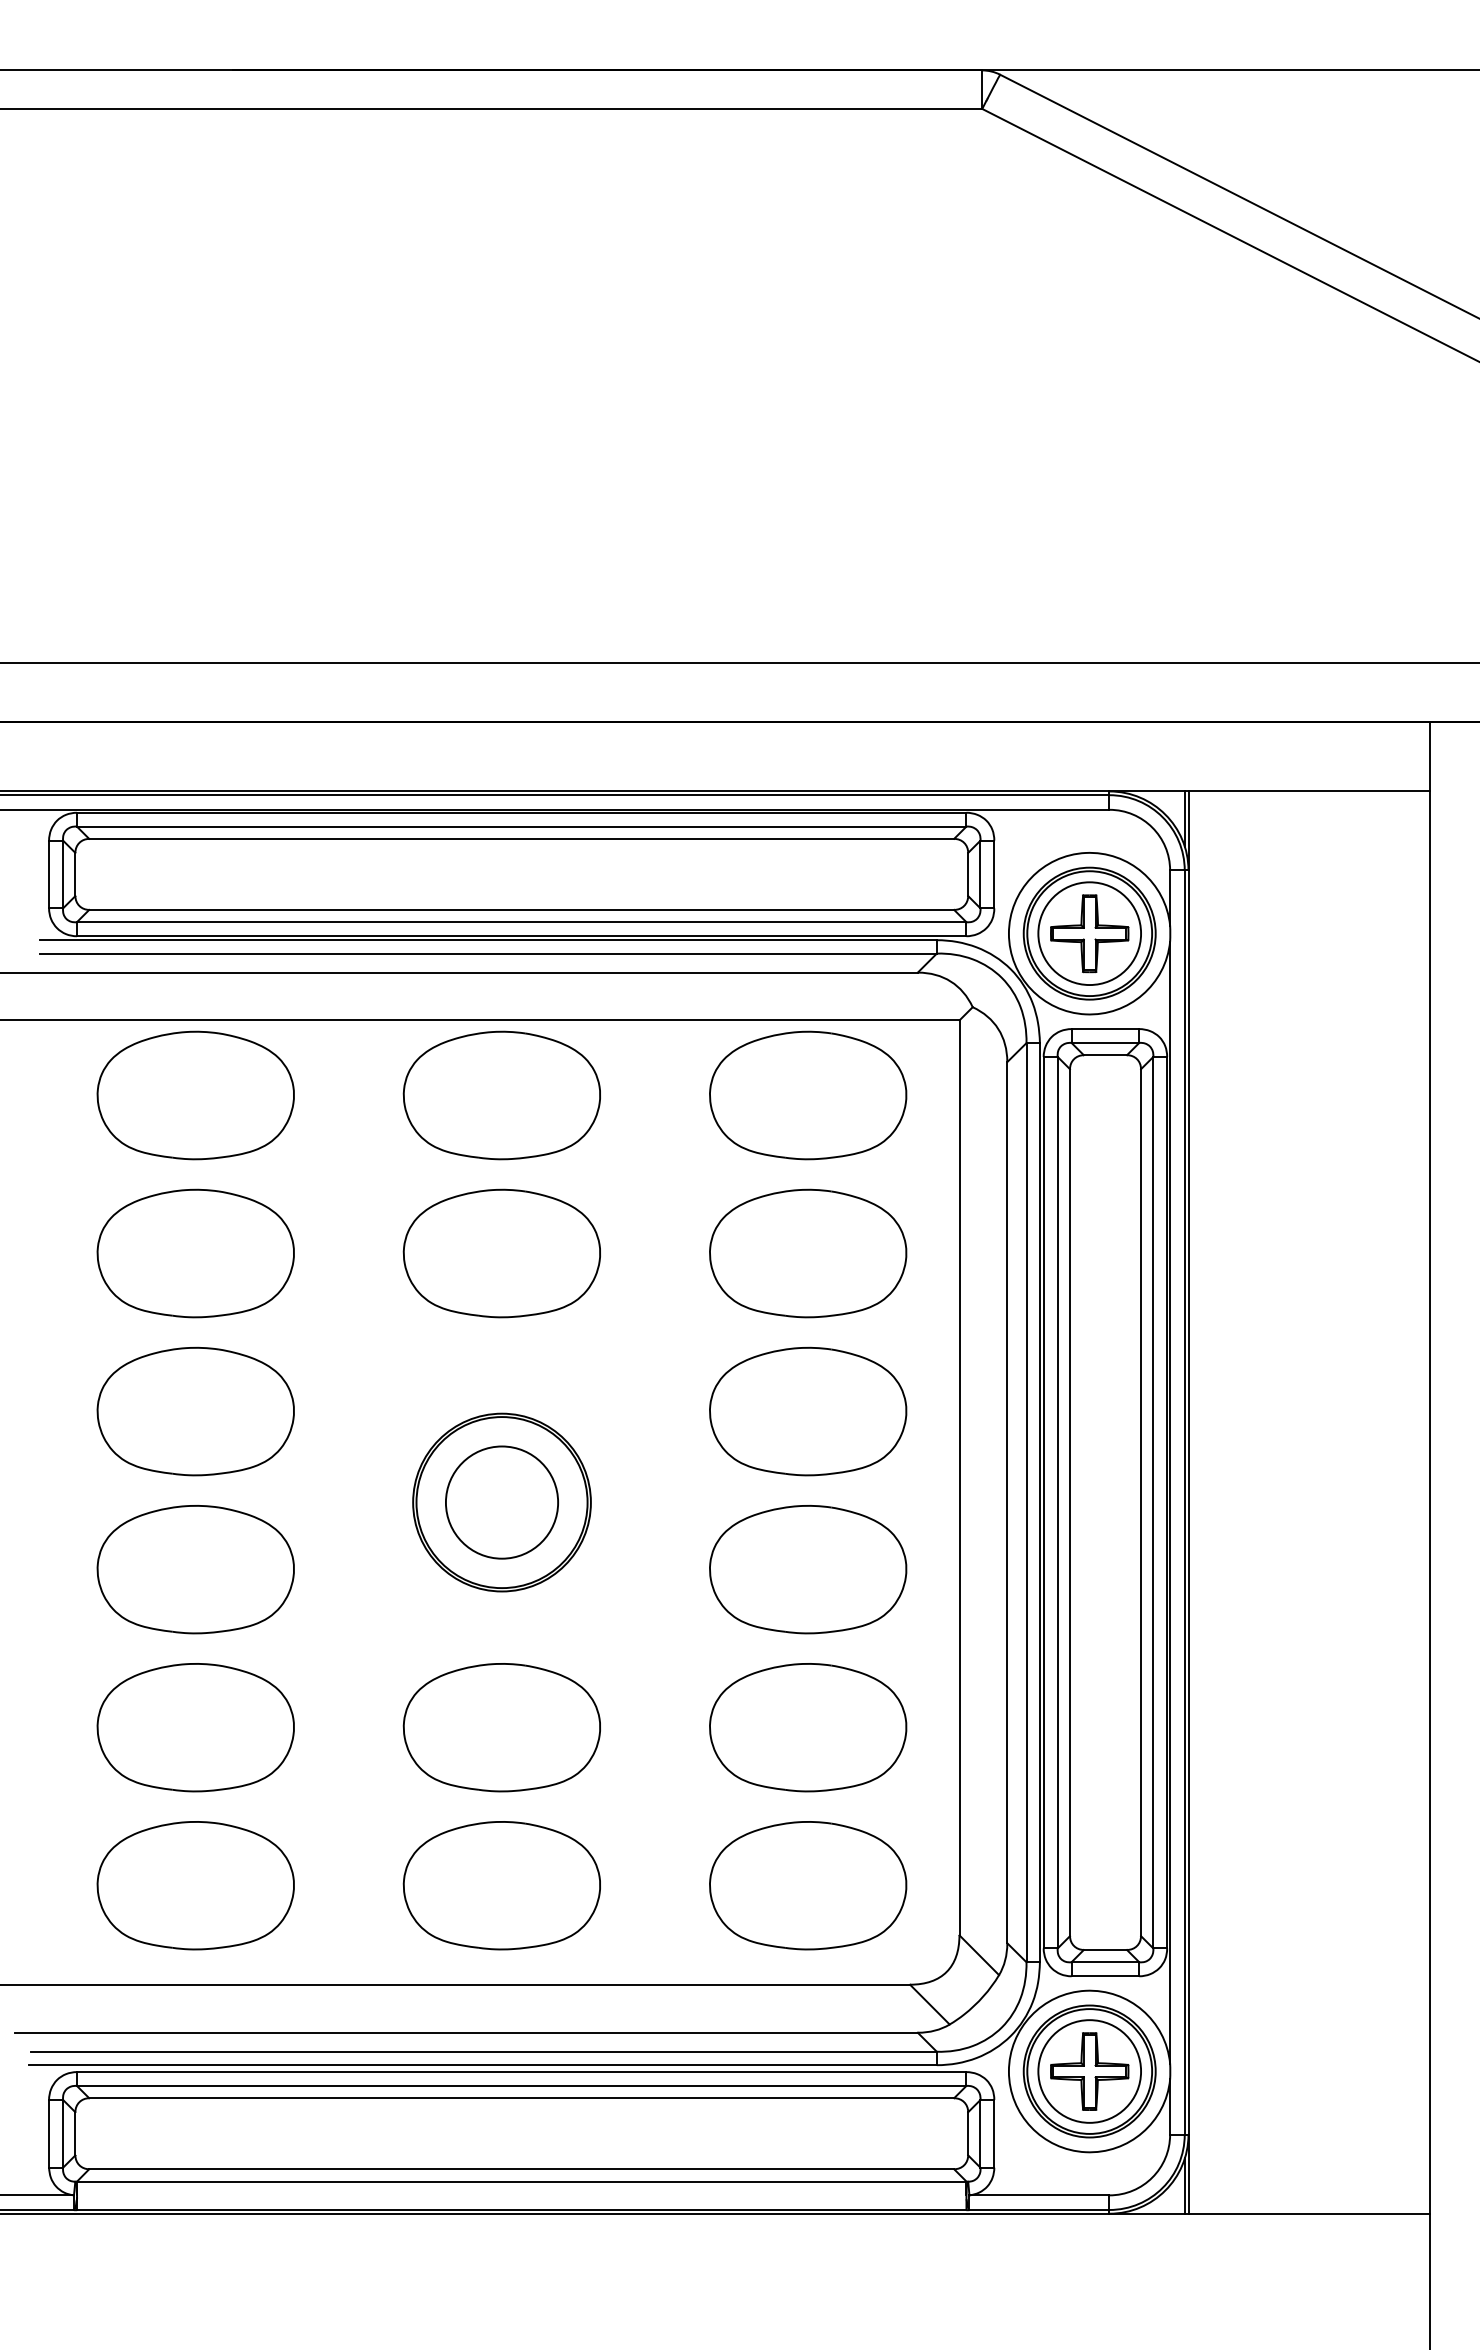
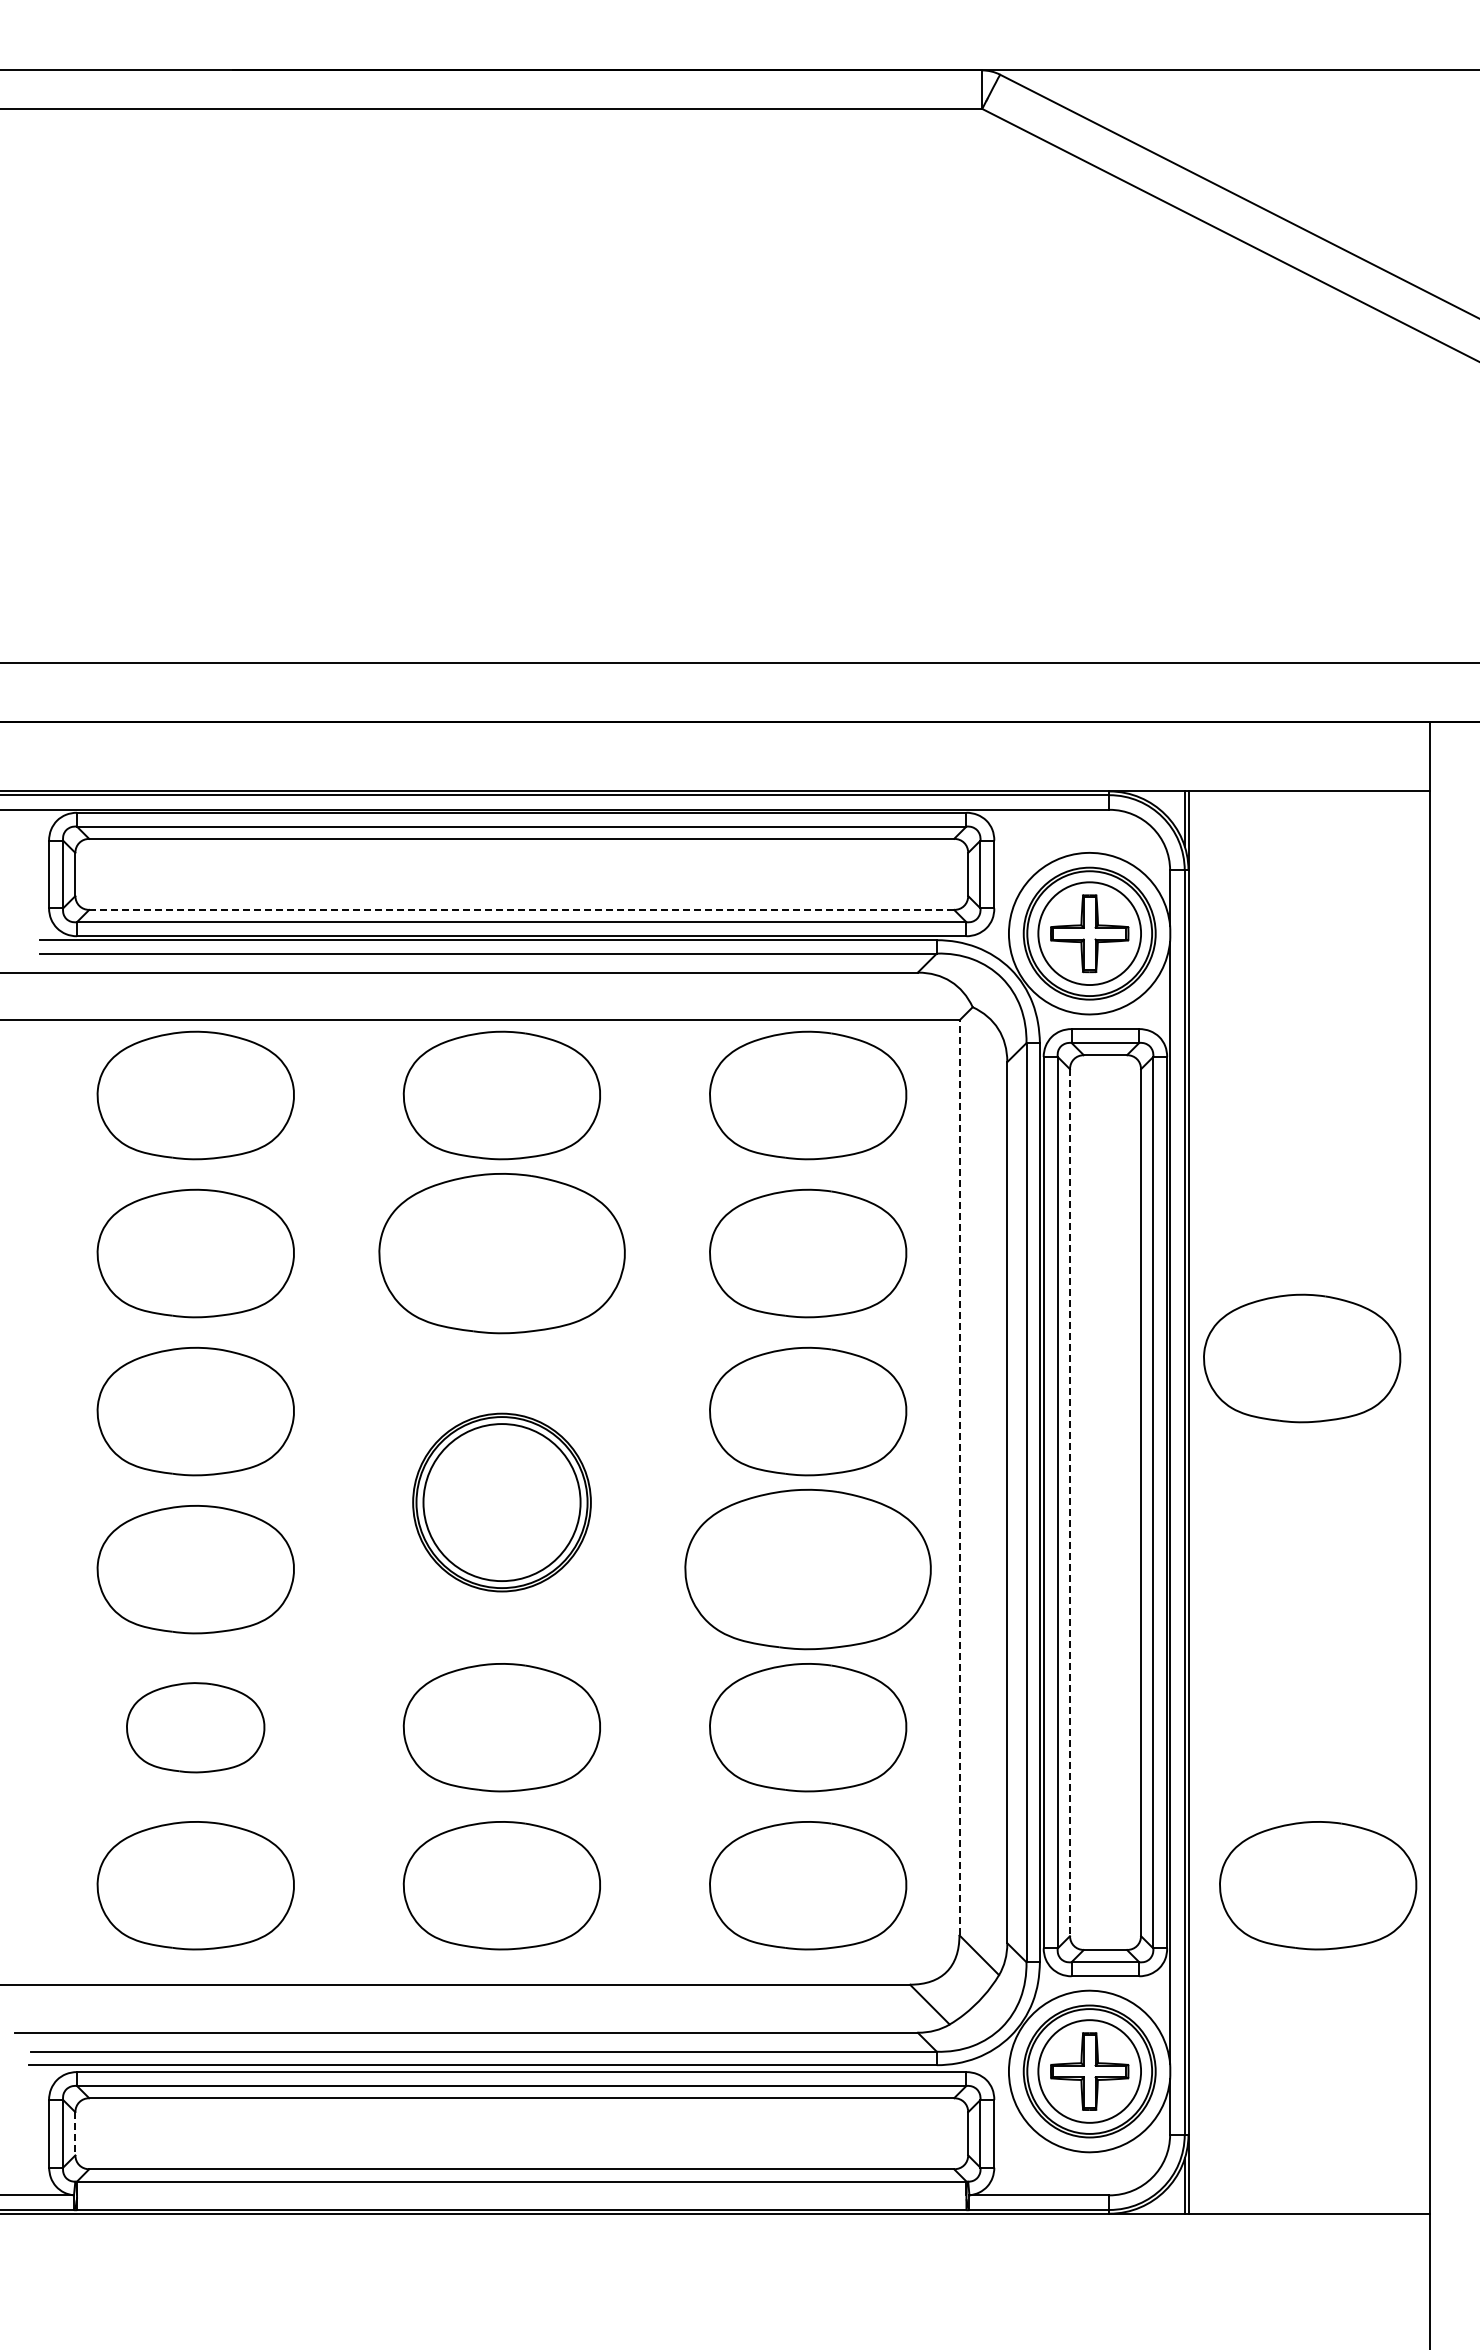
line at (521, 909): solid -> dashed
part at (501, 1253) size: 199x131 px -> 248x162 px
part at (1302, 1358): none -> present
line at (959, 1477): solid -> dashed
circle at (501, 1502) diameter: 112 px -> 157 px
line at (1069, 1502): solid -> dashed
part at (808, 1569) size: 199x130 px -> 248x163 px
part at (195, 1727) size: 199x130 px -> 140x92 px
part at (1318, 1885): none -> present
line at (75, 2133): solid -> dashed
